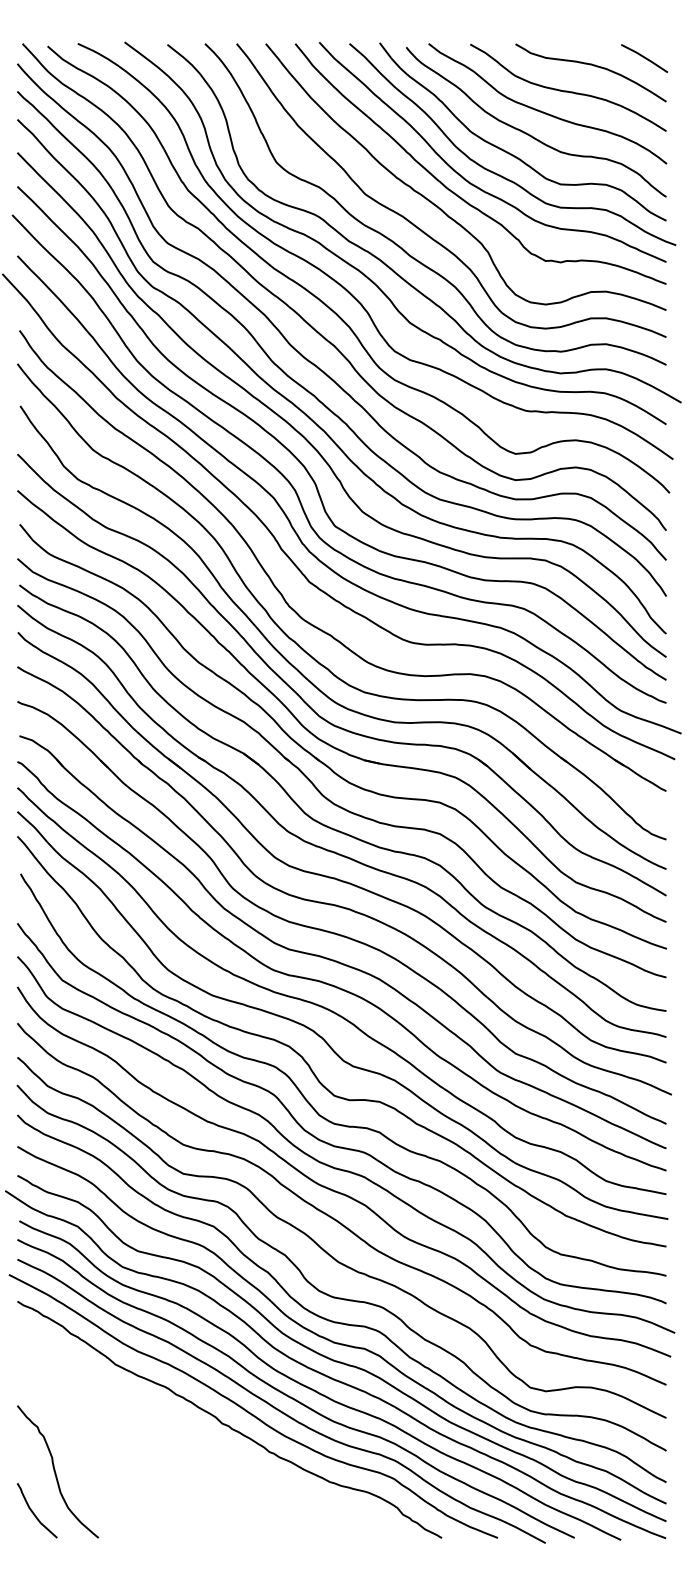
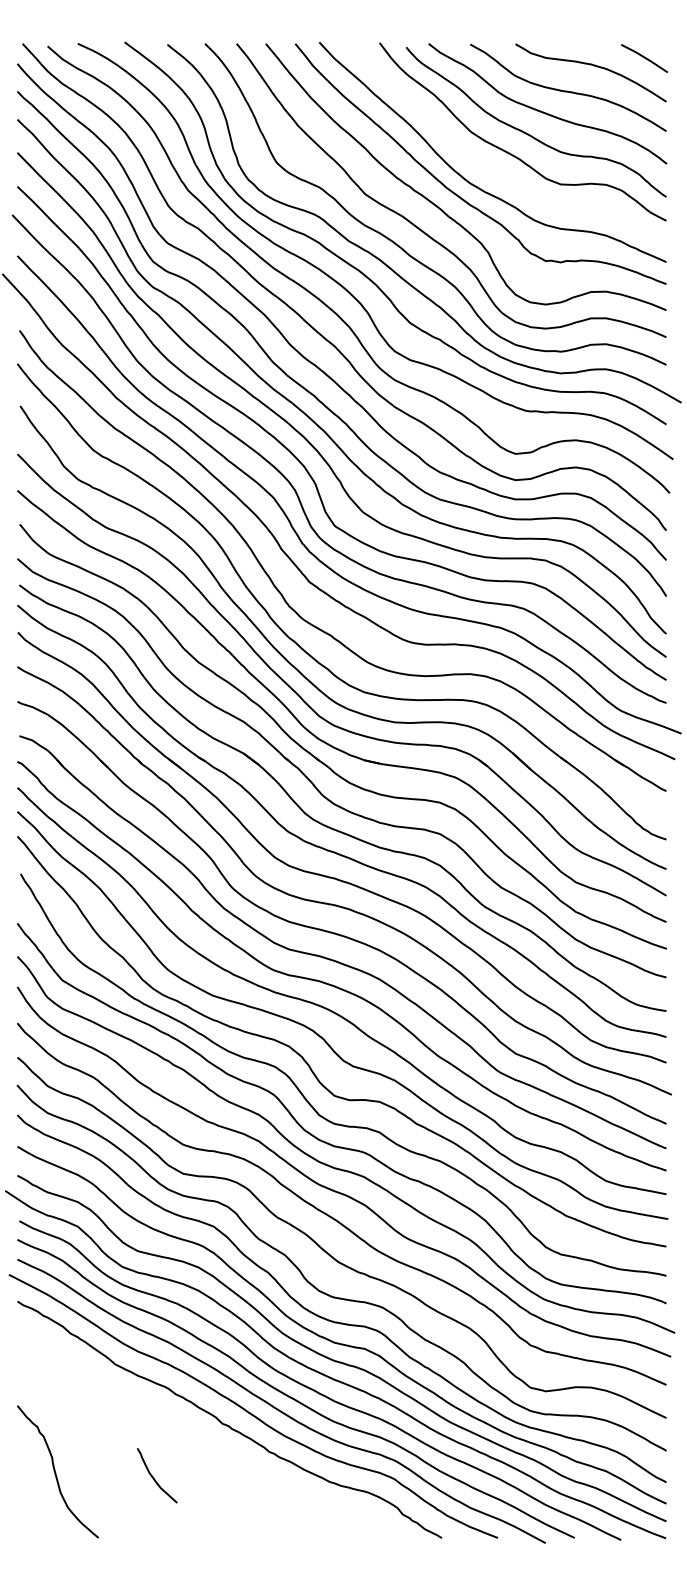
curve at (497, 173): present -> none
curve at (33, 1511) position: (33, 1511) -> (153, 1476)
